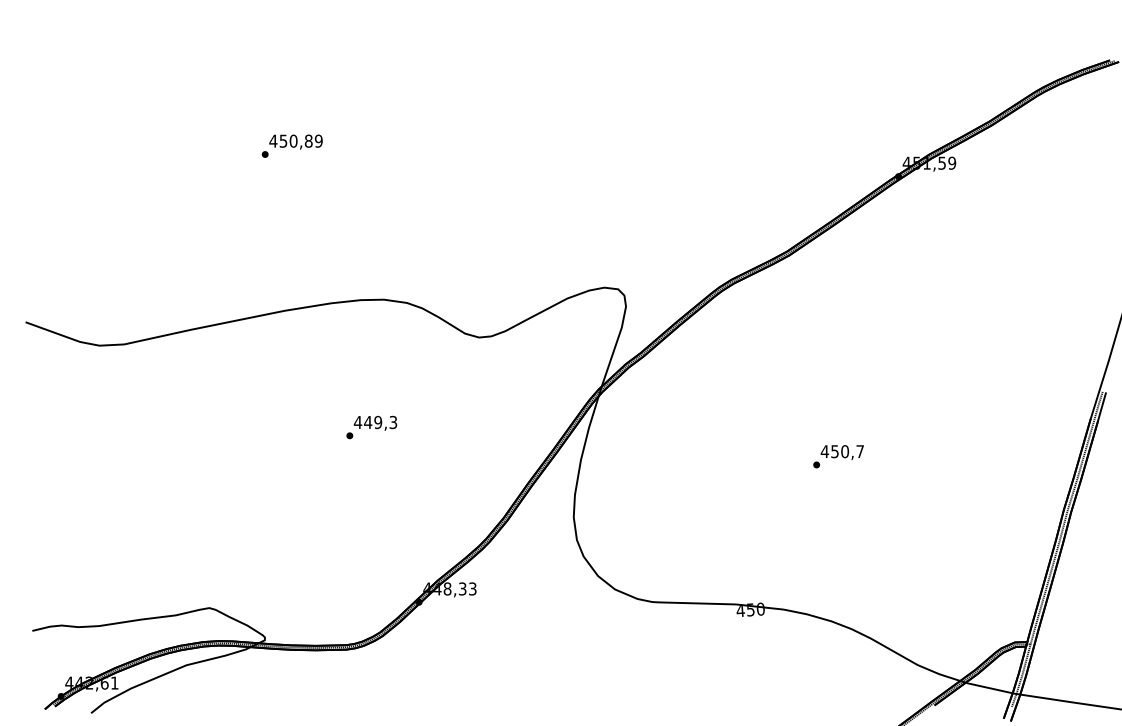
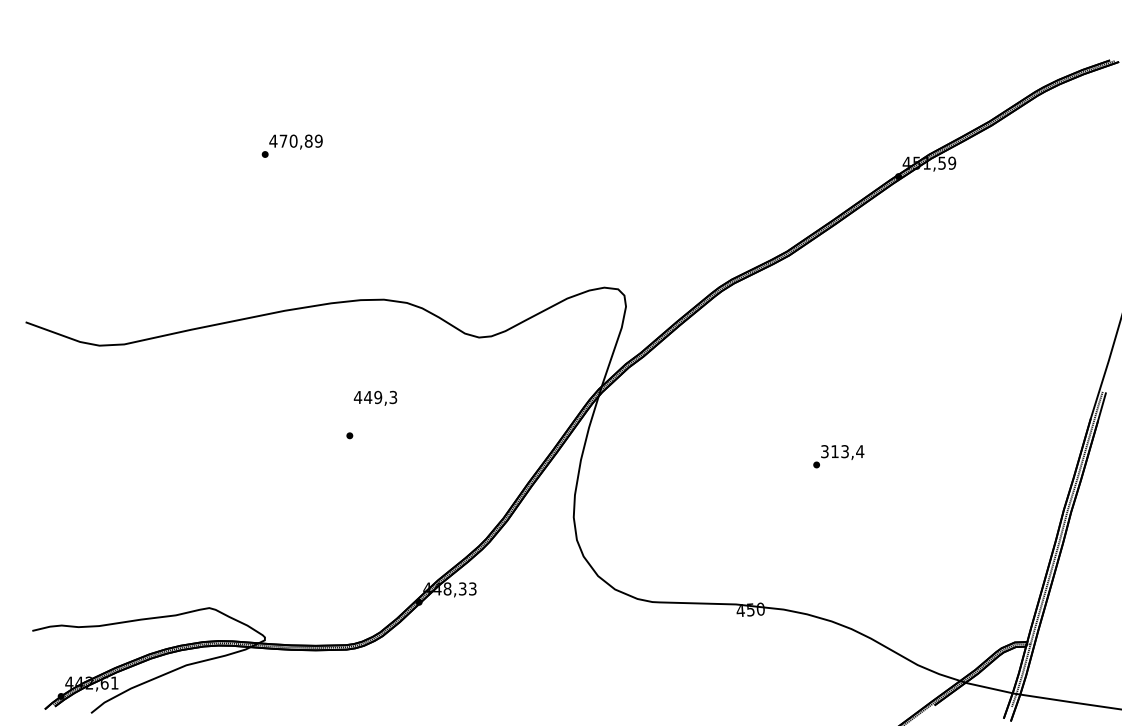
text at (283, 140): 450,89 -> 470,89
text at (375, 422) position: (375, 422) -> (375, 397)
text at (842, 451): 450,7 -> 313,4
